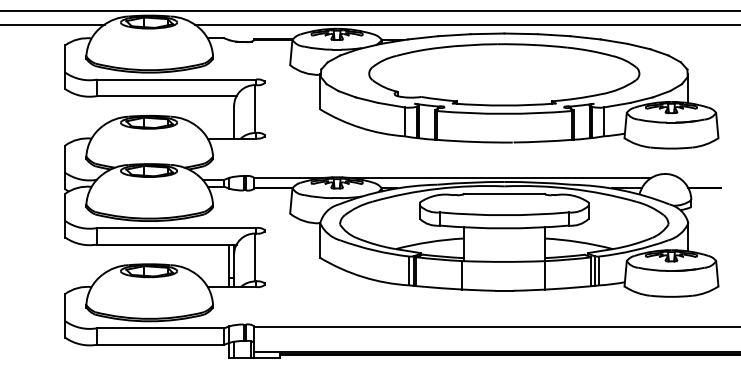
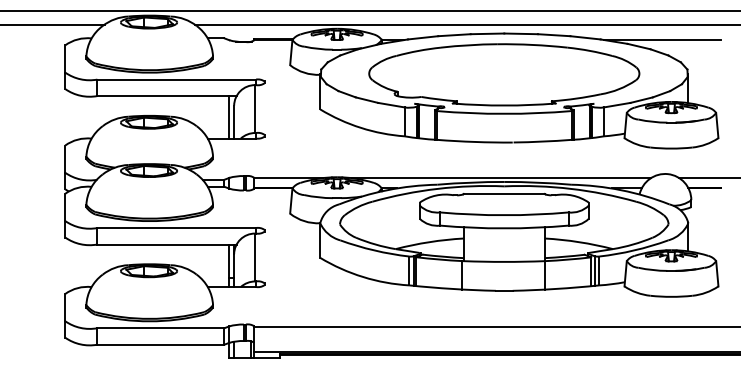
line at (662, 40): none -> present
line at (229, 117): none -> present
line at (708, 178): none -> present
